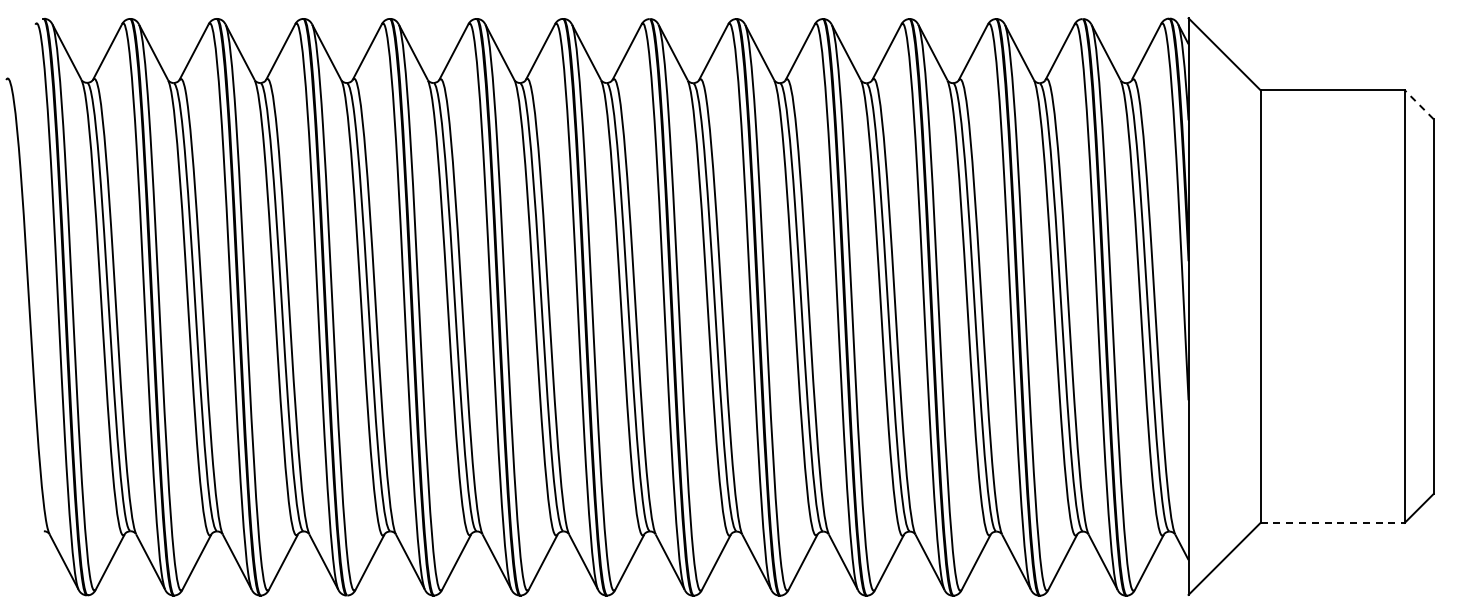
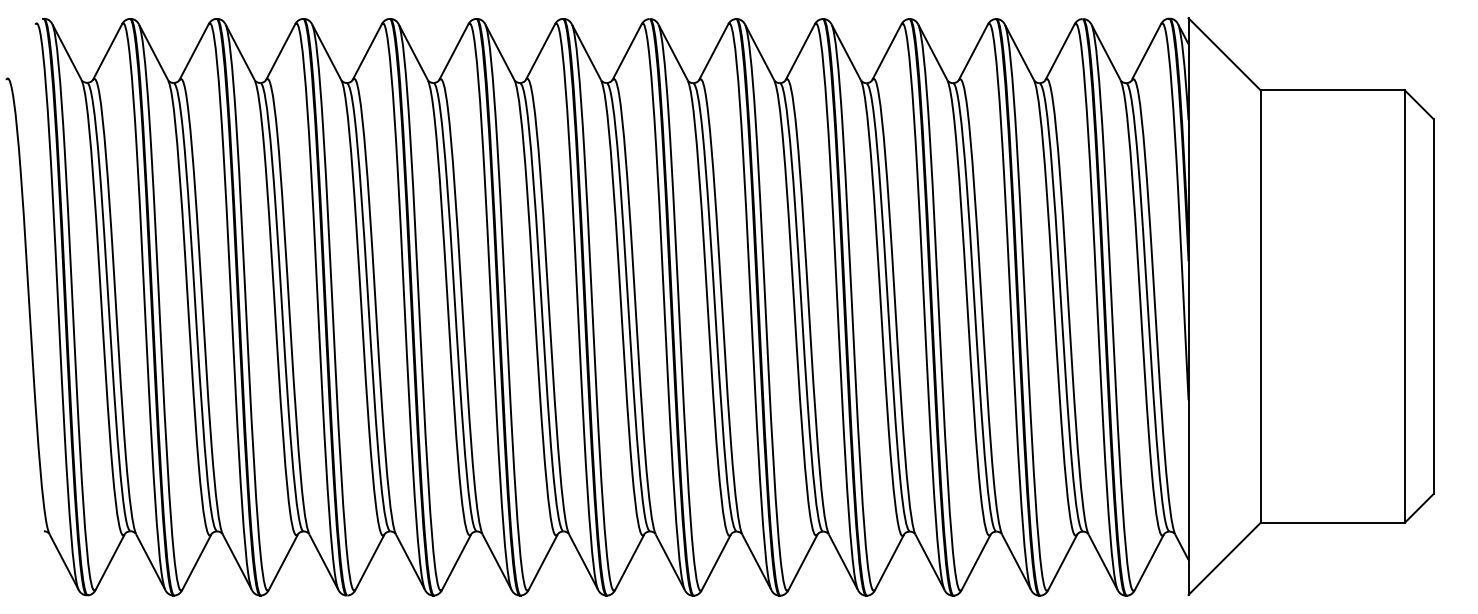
line at (1418, 104): dashed -> solid
line at (1333, 522): dashed -> solid
